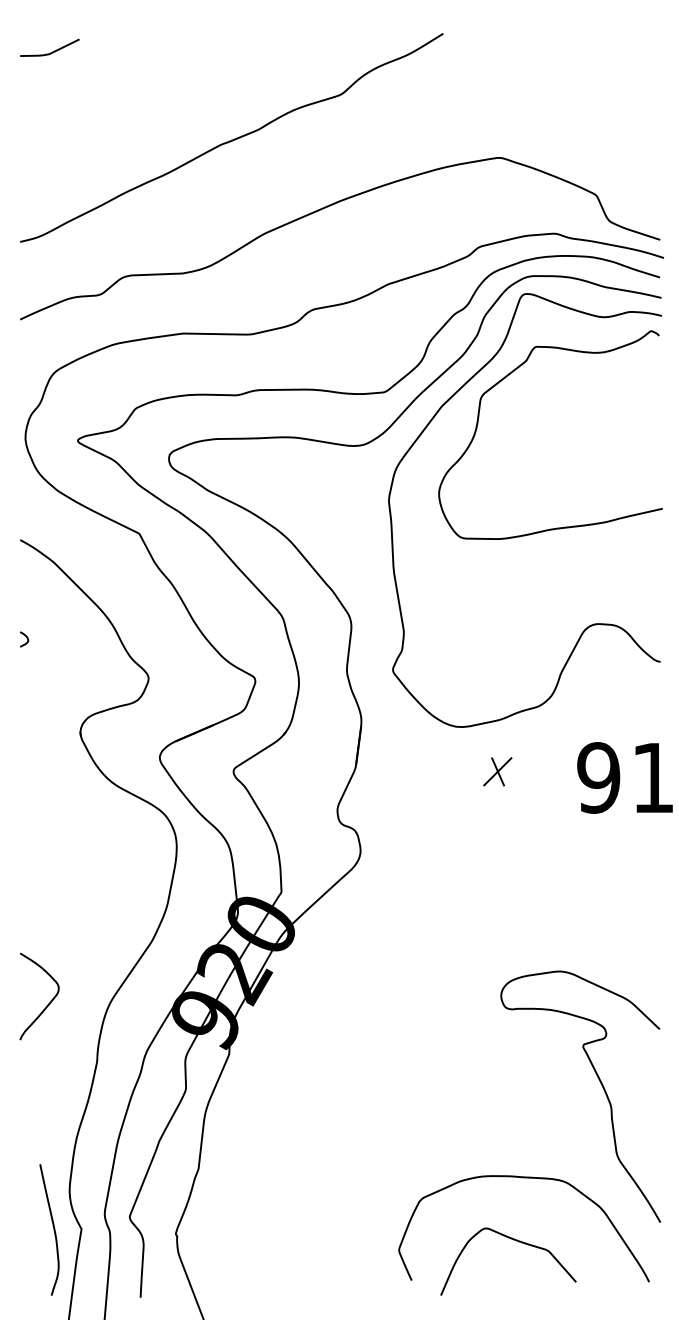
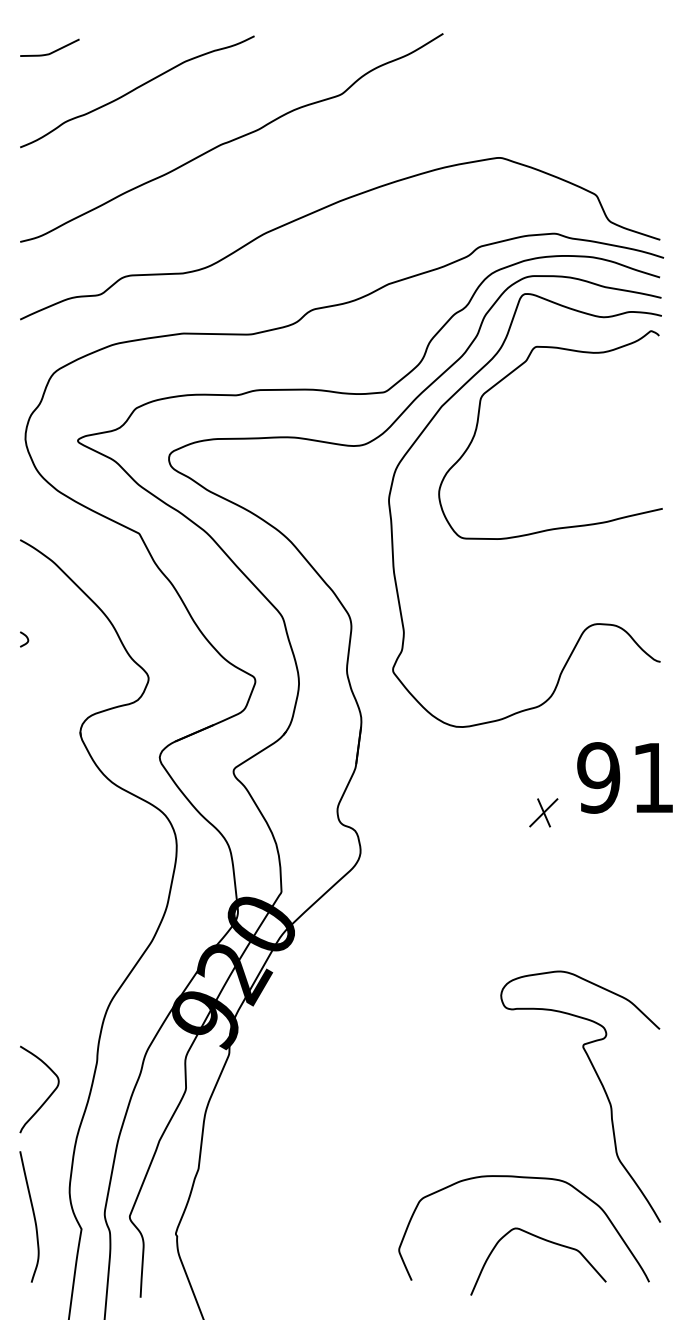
curve at (136, 89): none -> present
part at (497, 771) position: (497, 771) -> (543, 812)
curve at (47, 1004) position: (47, 1004) -> (47, 1097)
curve at (53, 1229) position: (53, 1229) -> (33, 1216)
curve at (518, 1242) position: (518, 1242) -> (548, 1242)
